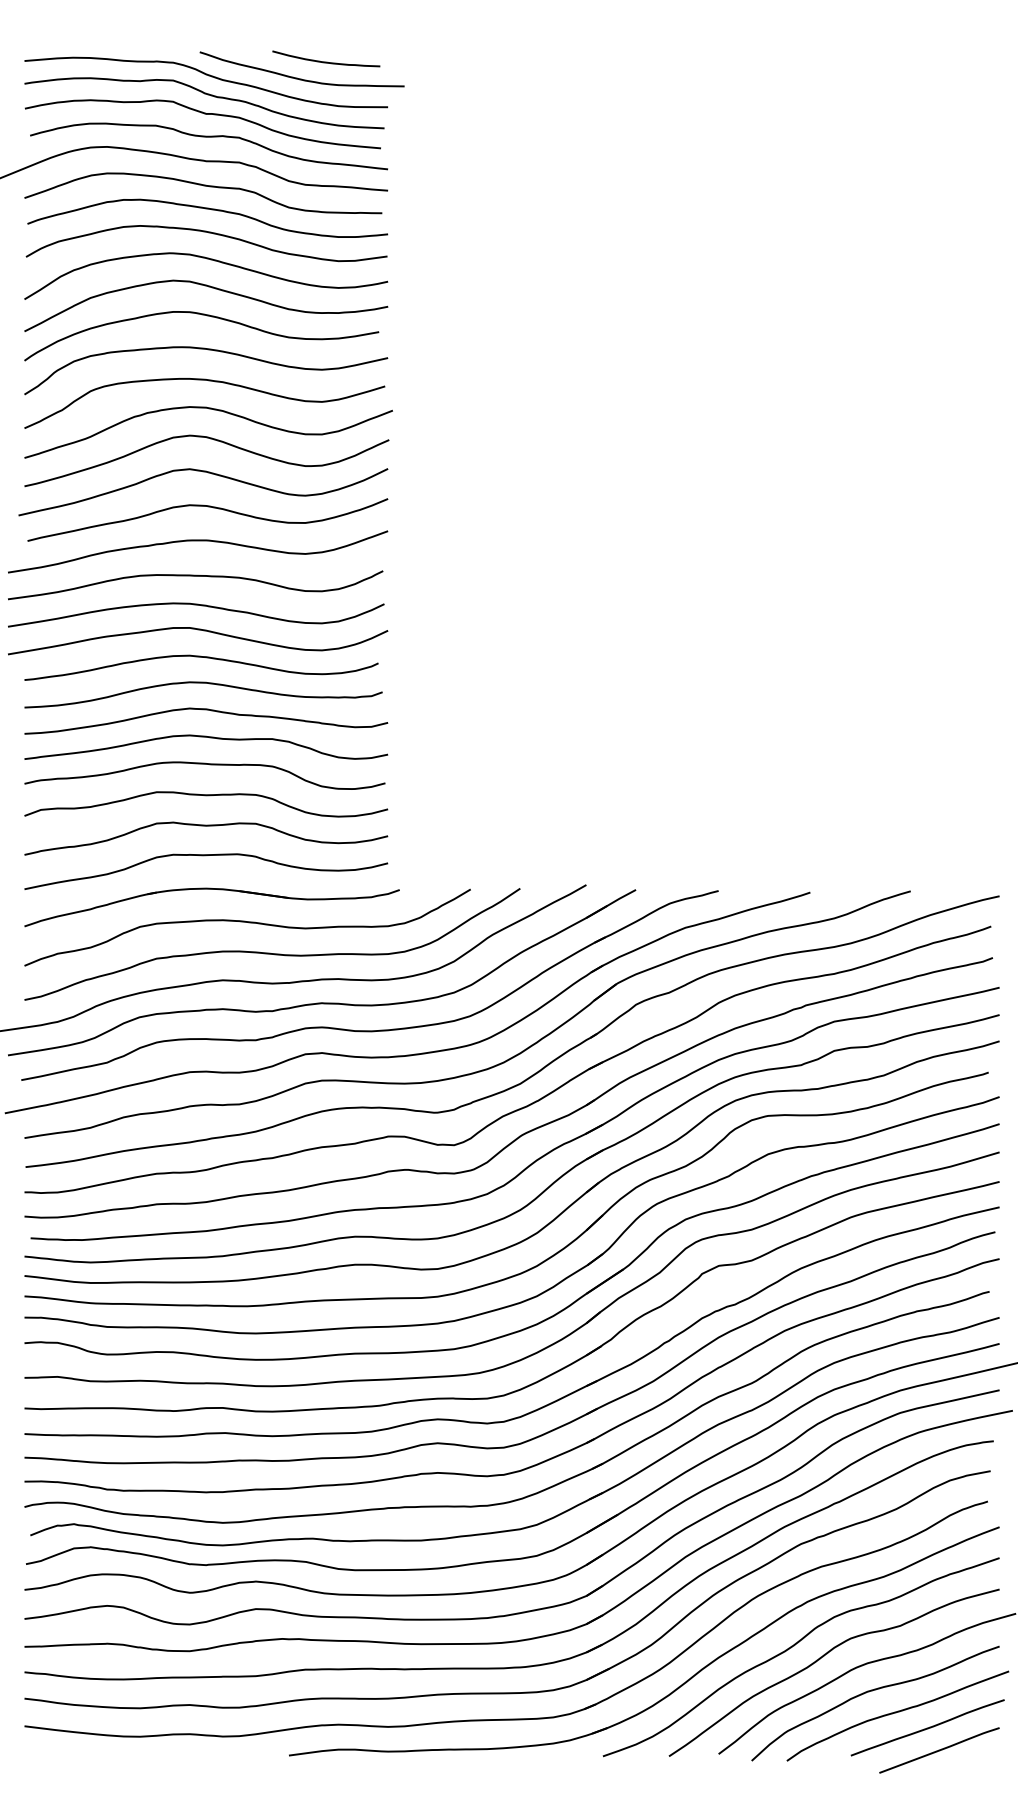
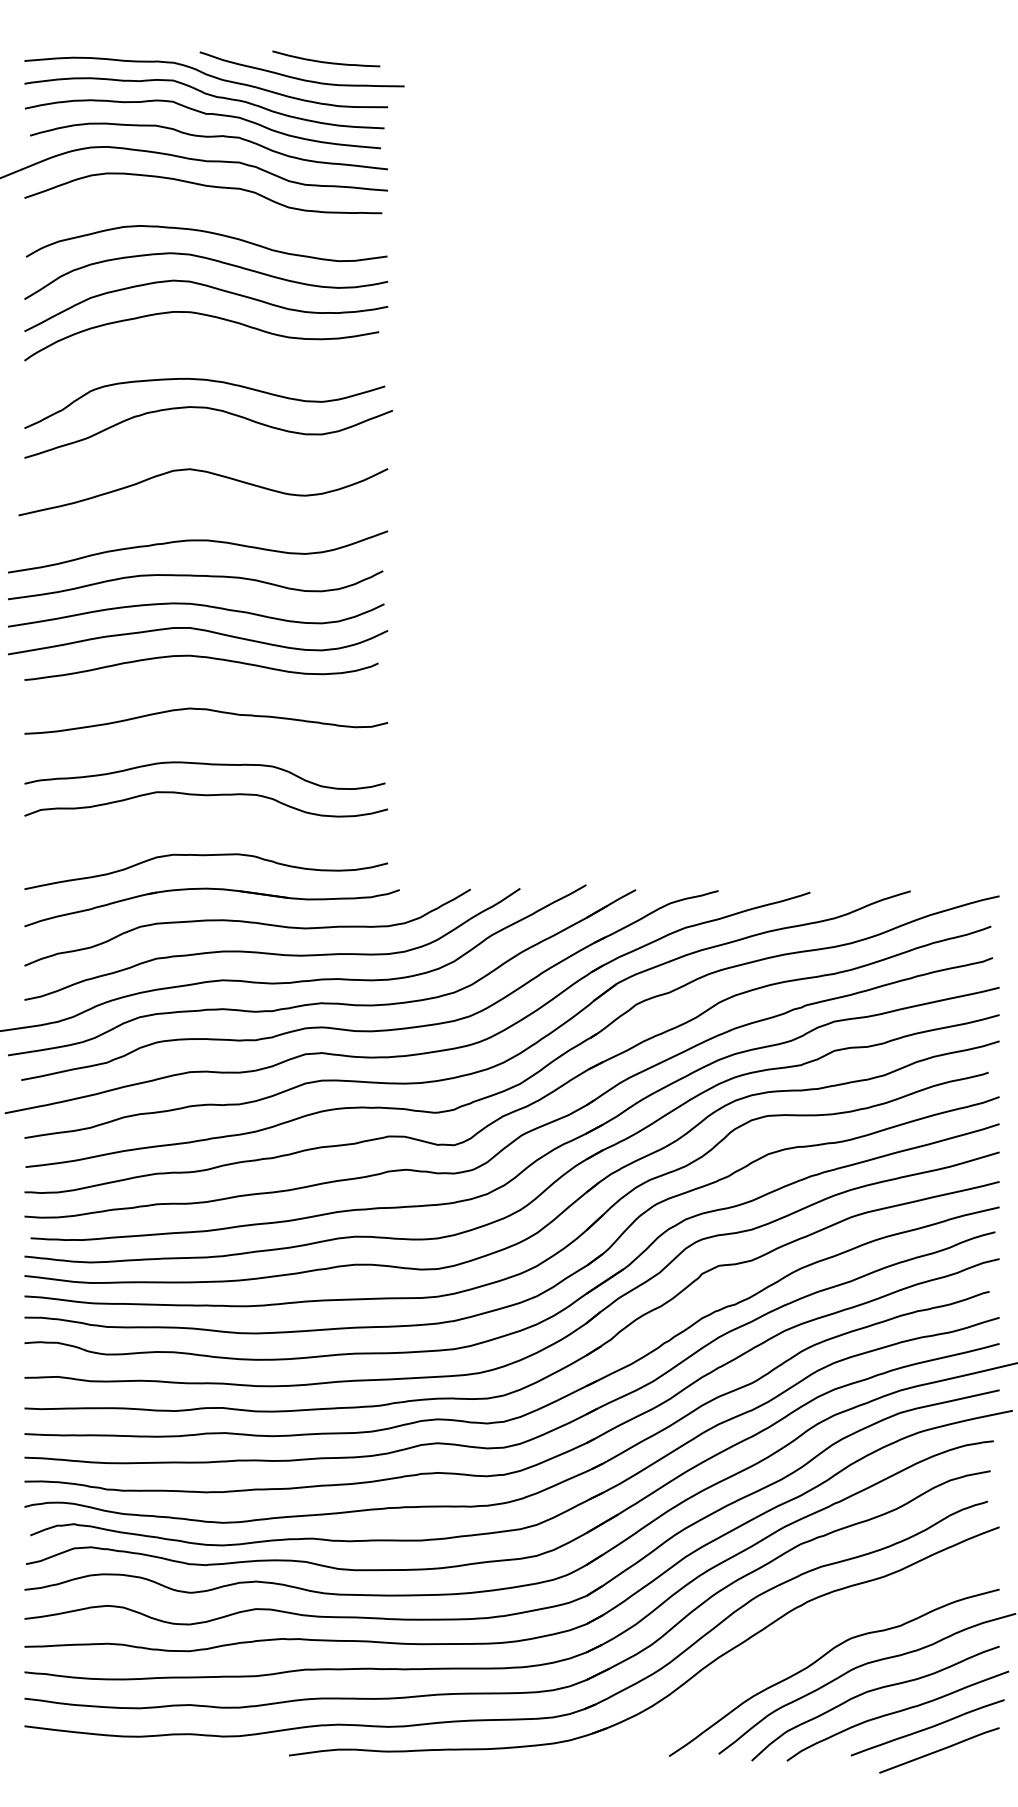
curve at (207, 209): present -> none
curve at (208, 350): present -> none
curve at (210, 439): present -> none
curve at (208, 507): present -> none
curve at (203, 683): present -> none
curve at (209, 738): present -> none
curve at (206, 826): present -> none
curve at (794, 1646): present -> none
